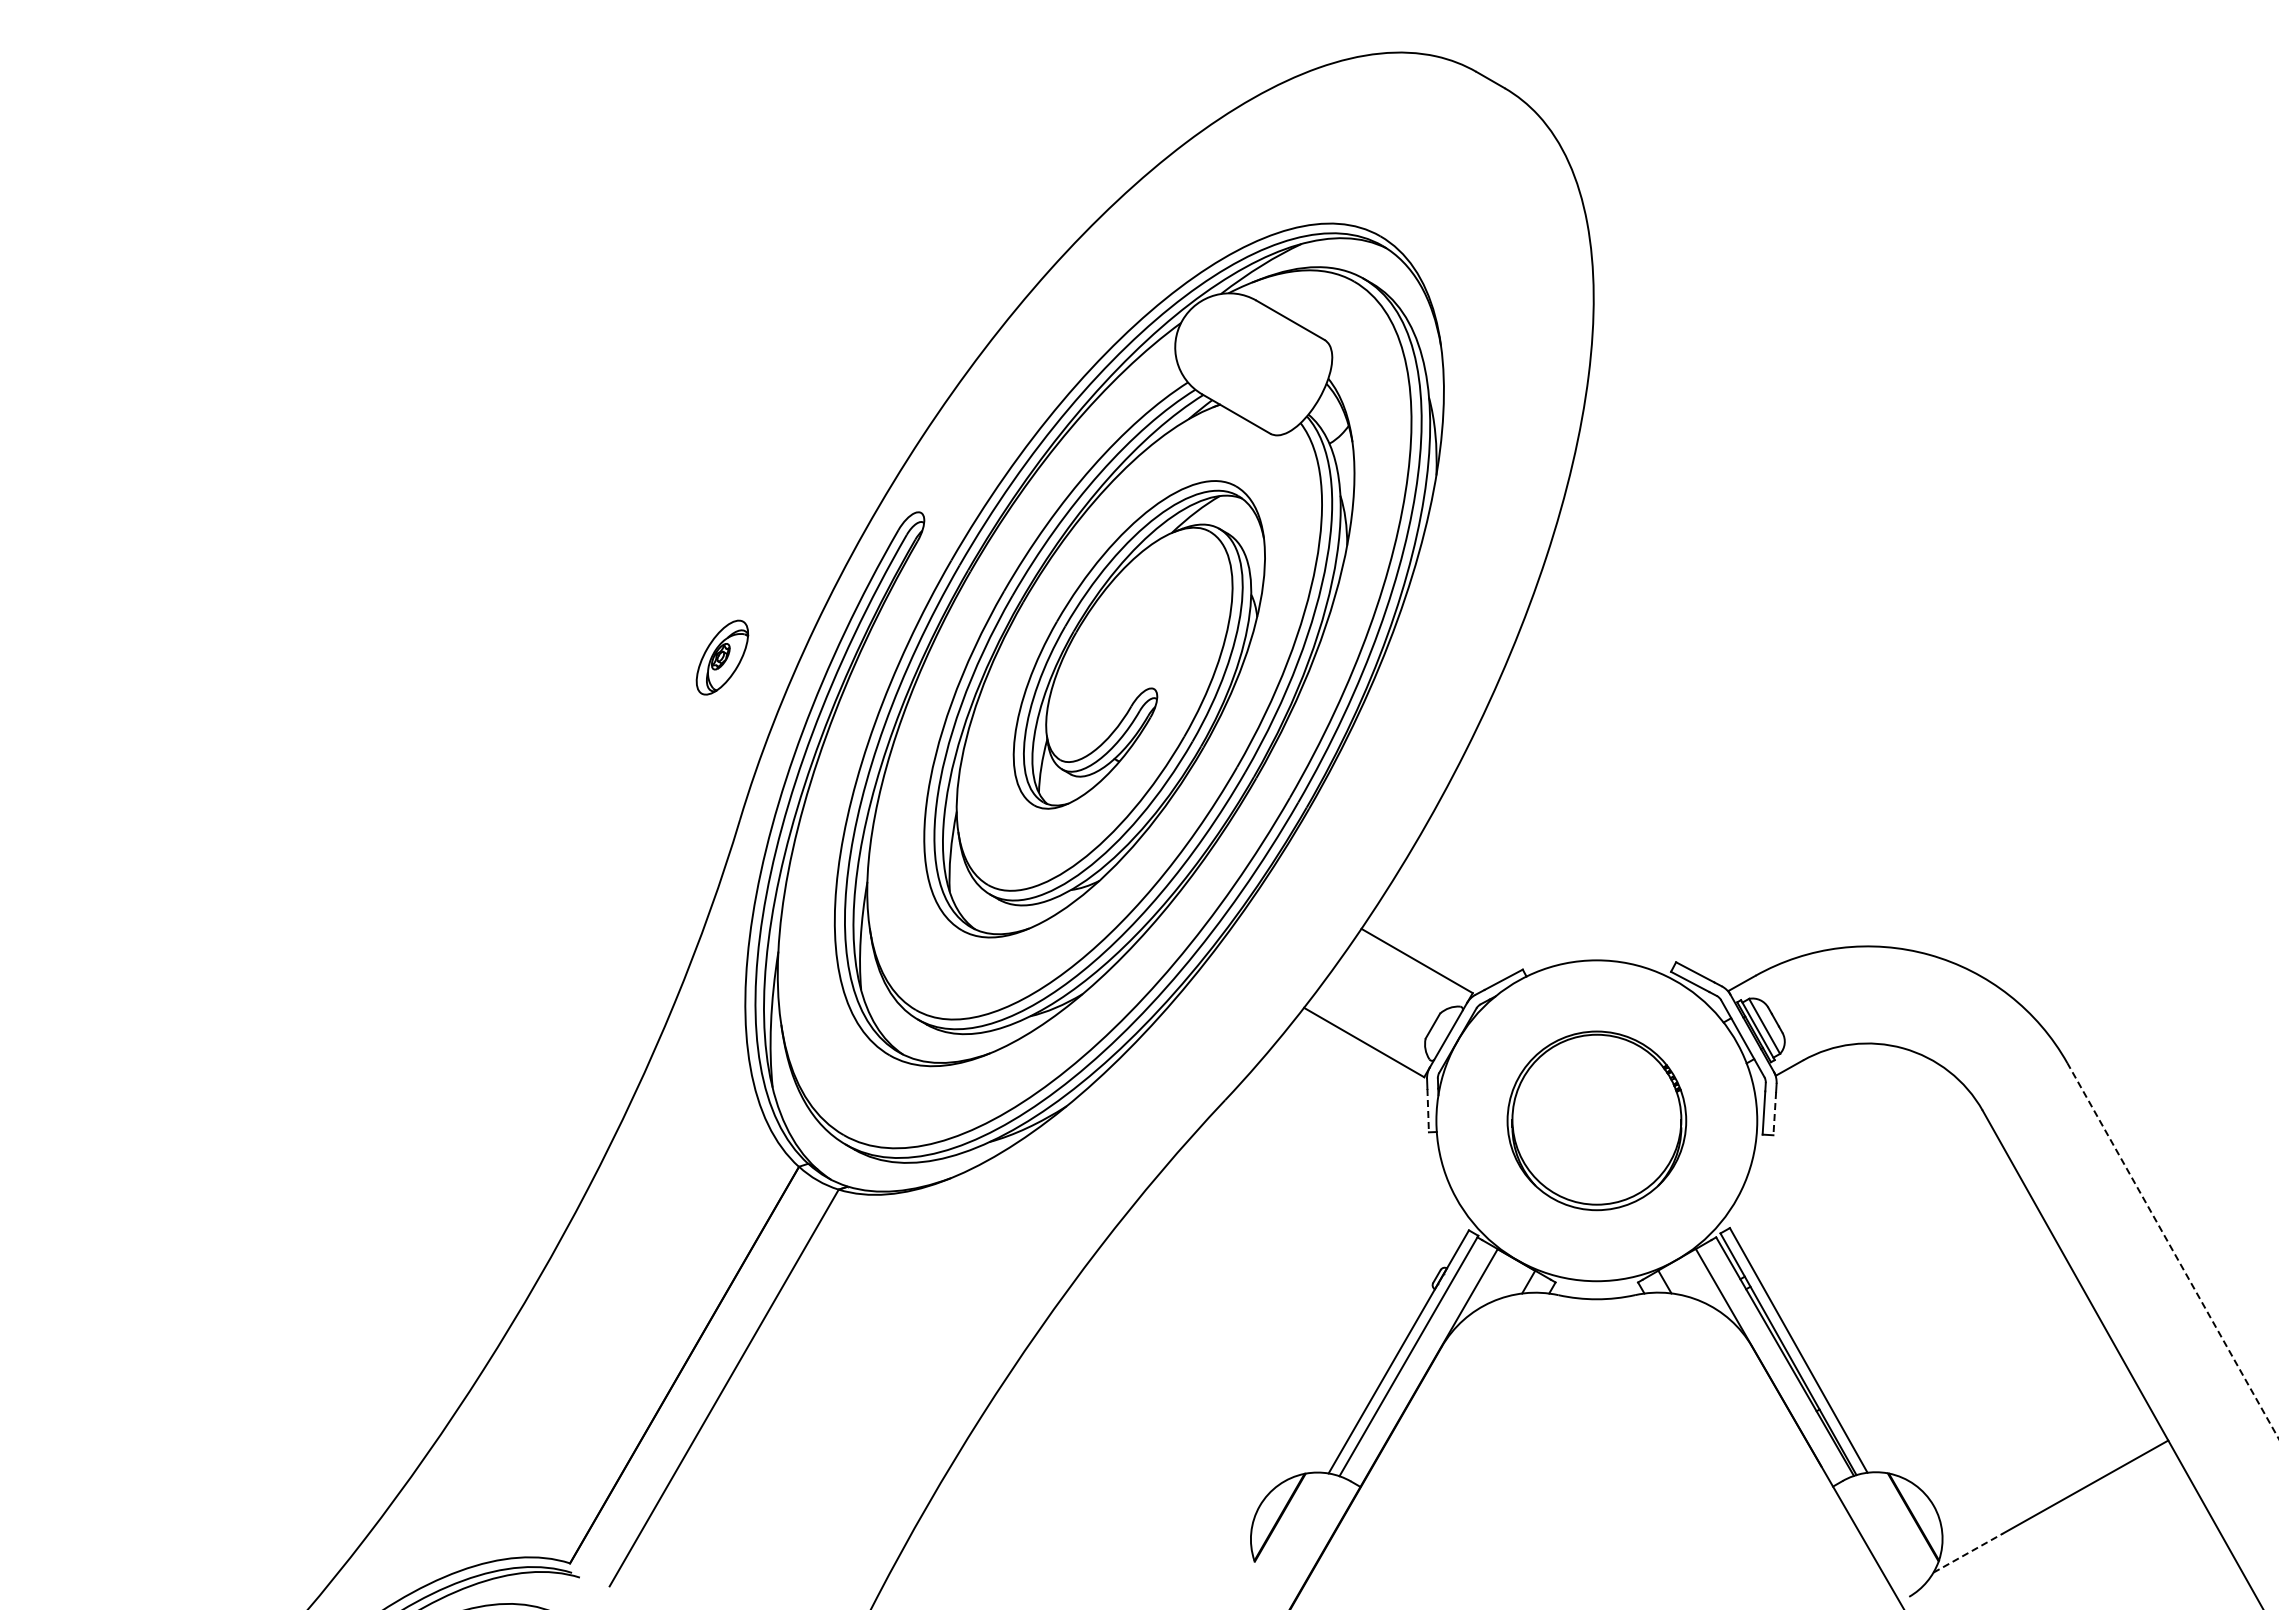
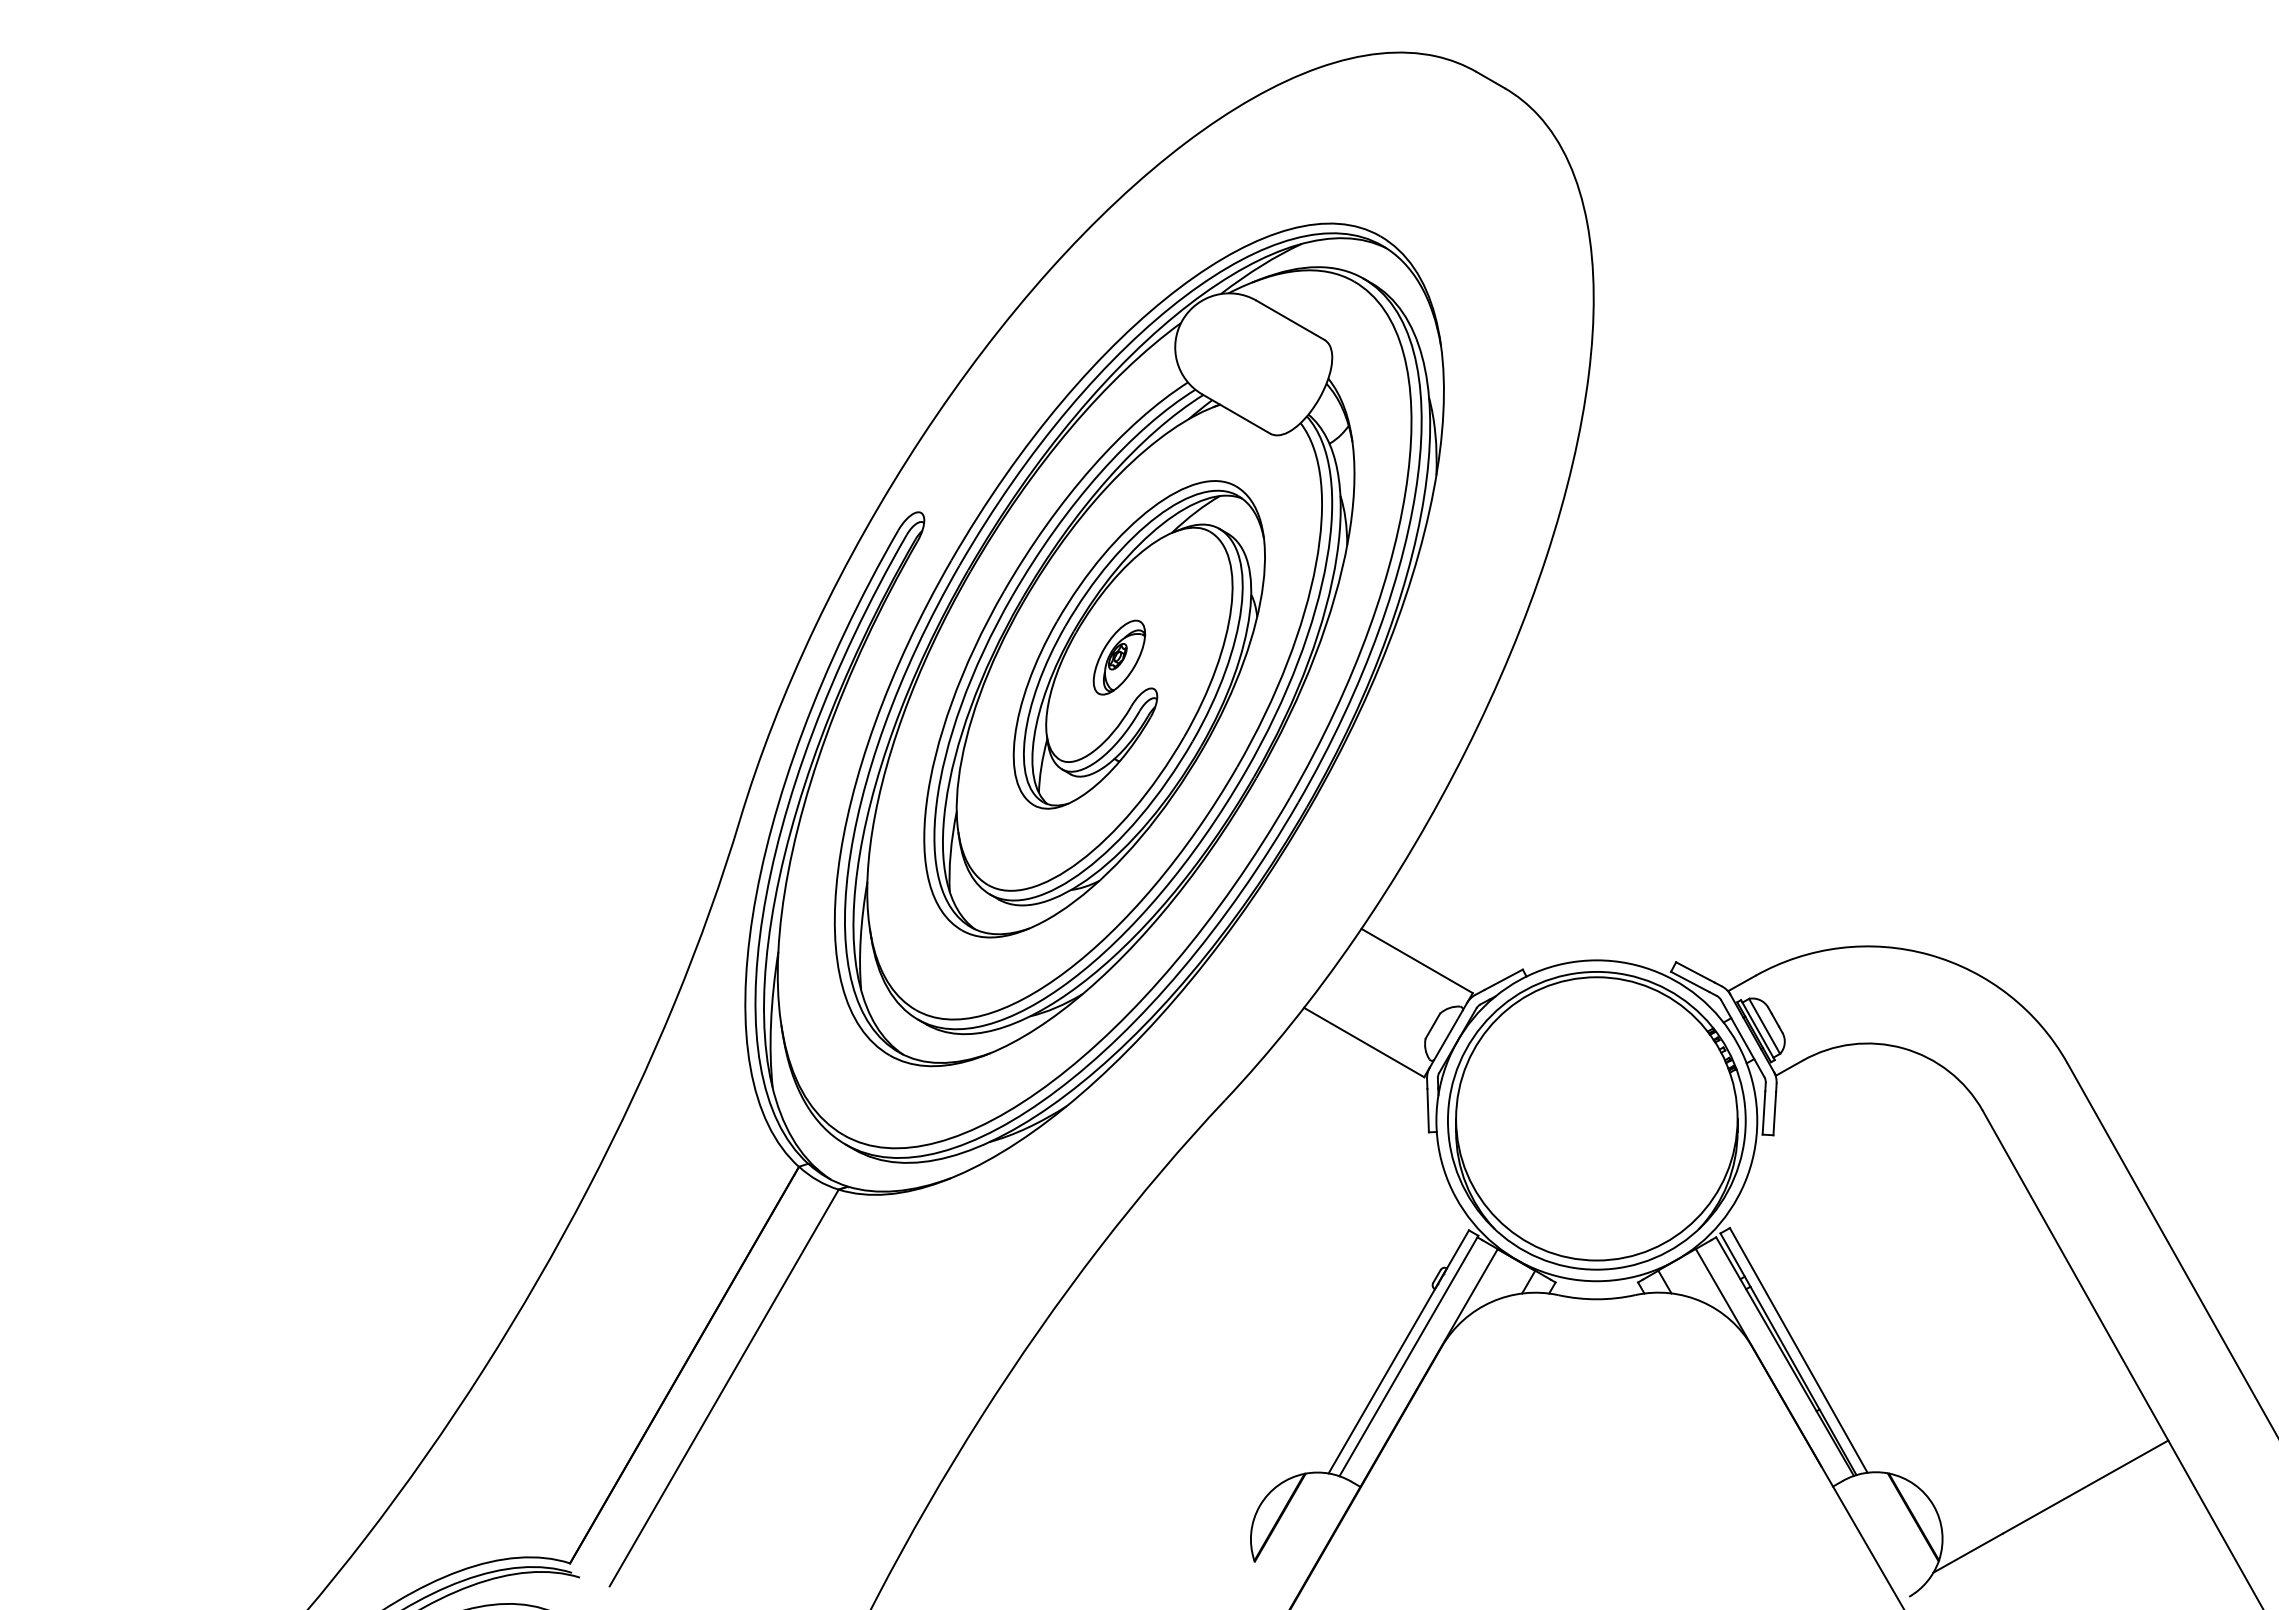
part at (722, 657) position: (722, 657) -> (1119, 657)
line at (1428, 1110): dashed -> solid
line at (1774, 1113): dashed -> solid
part at (1596, 1120) size: 182x182 px -> 300x300 px
line at (2172, 1250): dashed -> solid
line at (1968, 1553): dashed -> solid
